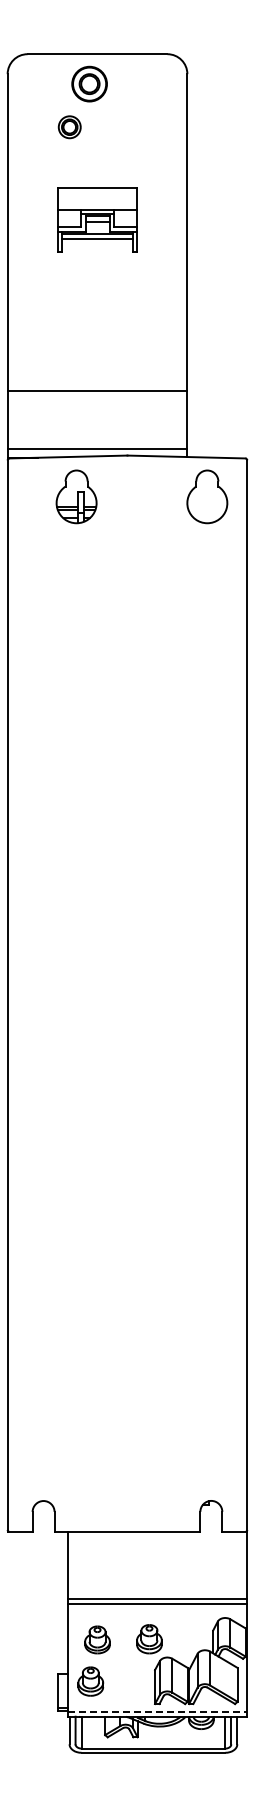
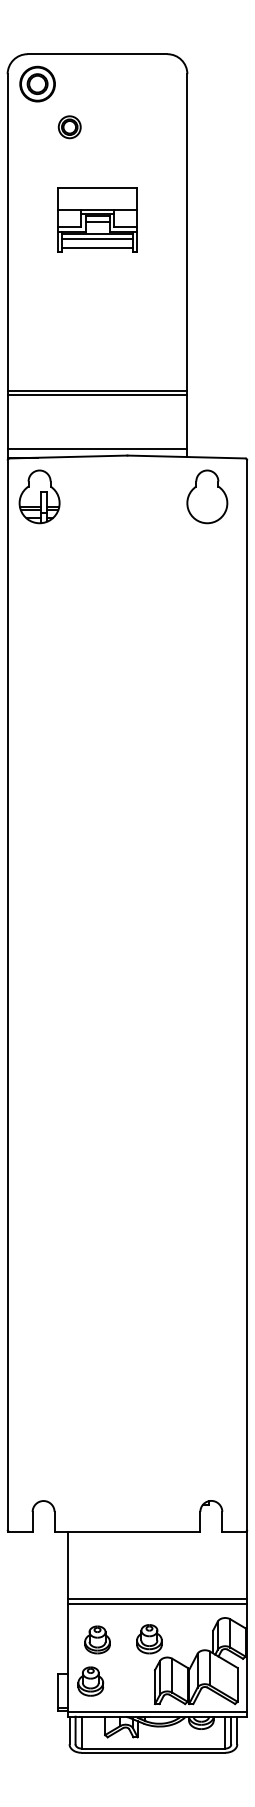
part at (89, 83) position: (89, 83) -> (37, 83)
line at (97, 248): none -> present
line at (97, 395): none -> present
part at (76, 496) position: (76, 496) -> (39, 496)
line at (157, 1712): dashed -> solid
